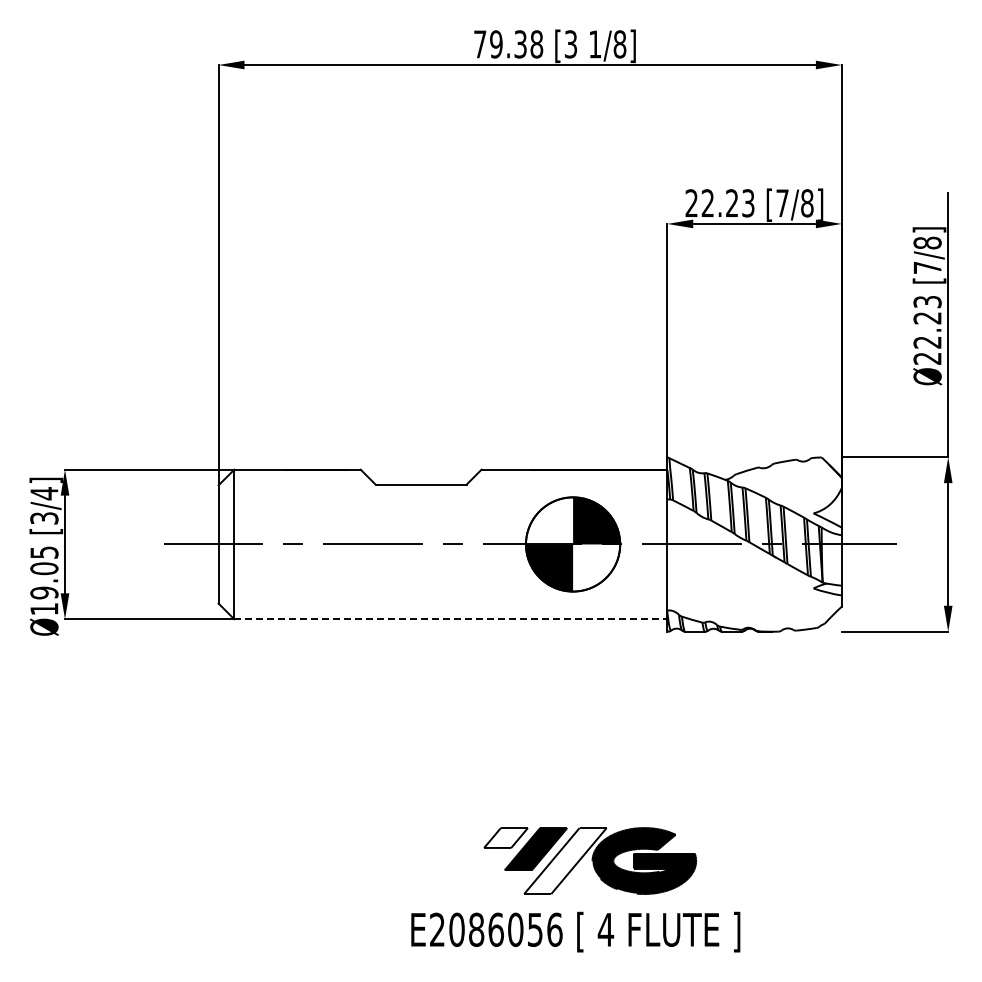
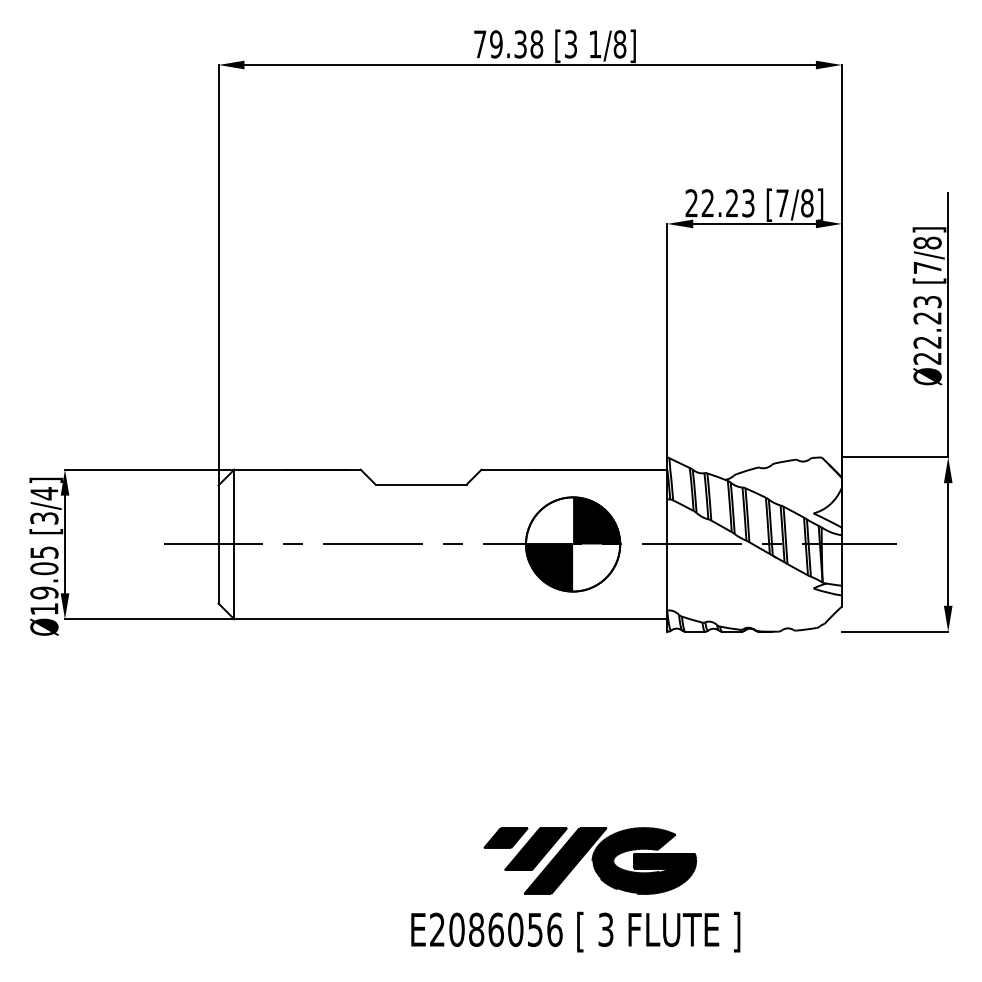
line at (450, 619): dashed -> solid
fill at (505, 837): none -> present
fill at (565, 861): none -> present
text at (605, 929): 4 -> 3
